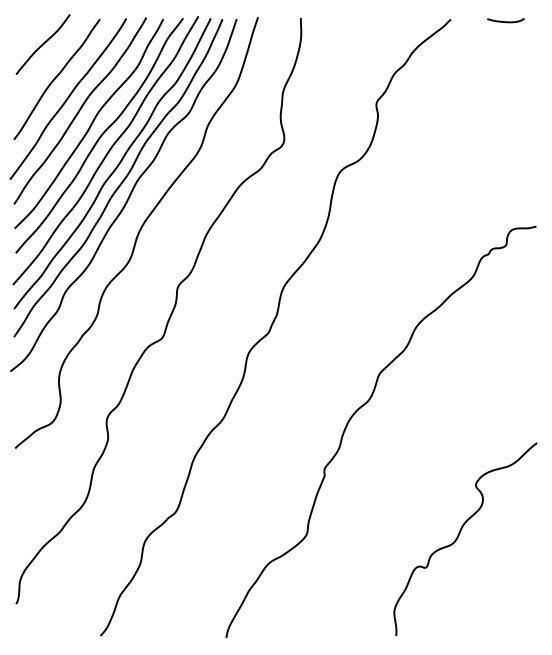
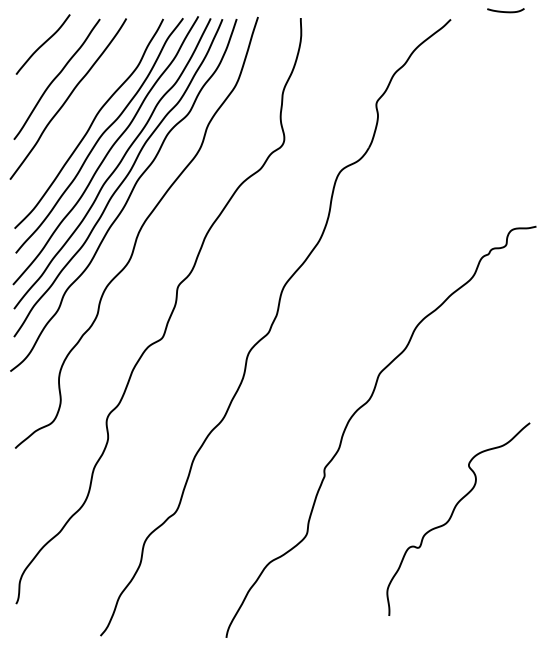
curve at (505, 21) position: (505, 21) -> (505, 11)
curve at (79, 110): present -> none
curve at (459, 536) position: (459, 536) -> (452, 516)
